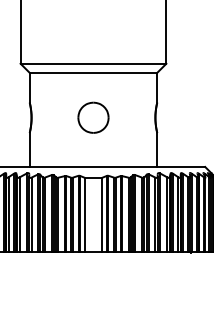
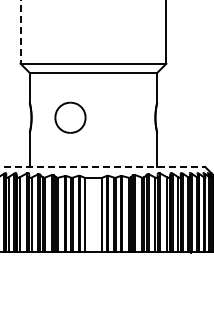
line at (20, 32): solid -> dashed
part at (93, 117) position: (93, 117) -> (70, 117)
line at (103, 167): solid -> dashed
